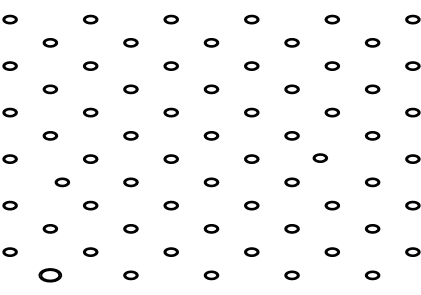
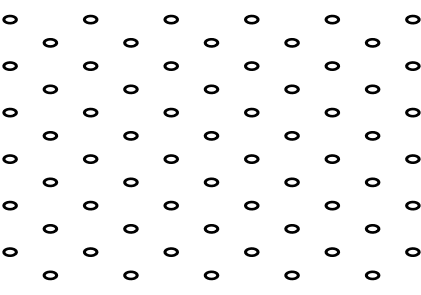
part at (319, 157) position: (319, 157) -> (331, 158)
part at (62, 182) position: (62, 182) -> (50, 182)
part at (50, 275) size: 25x15 px -> 17x11 px
